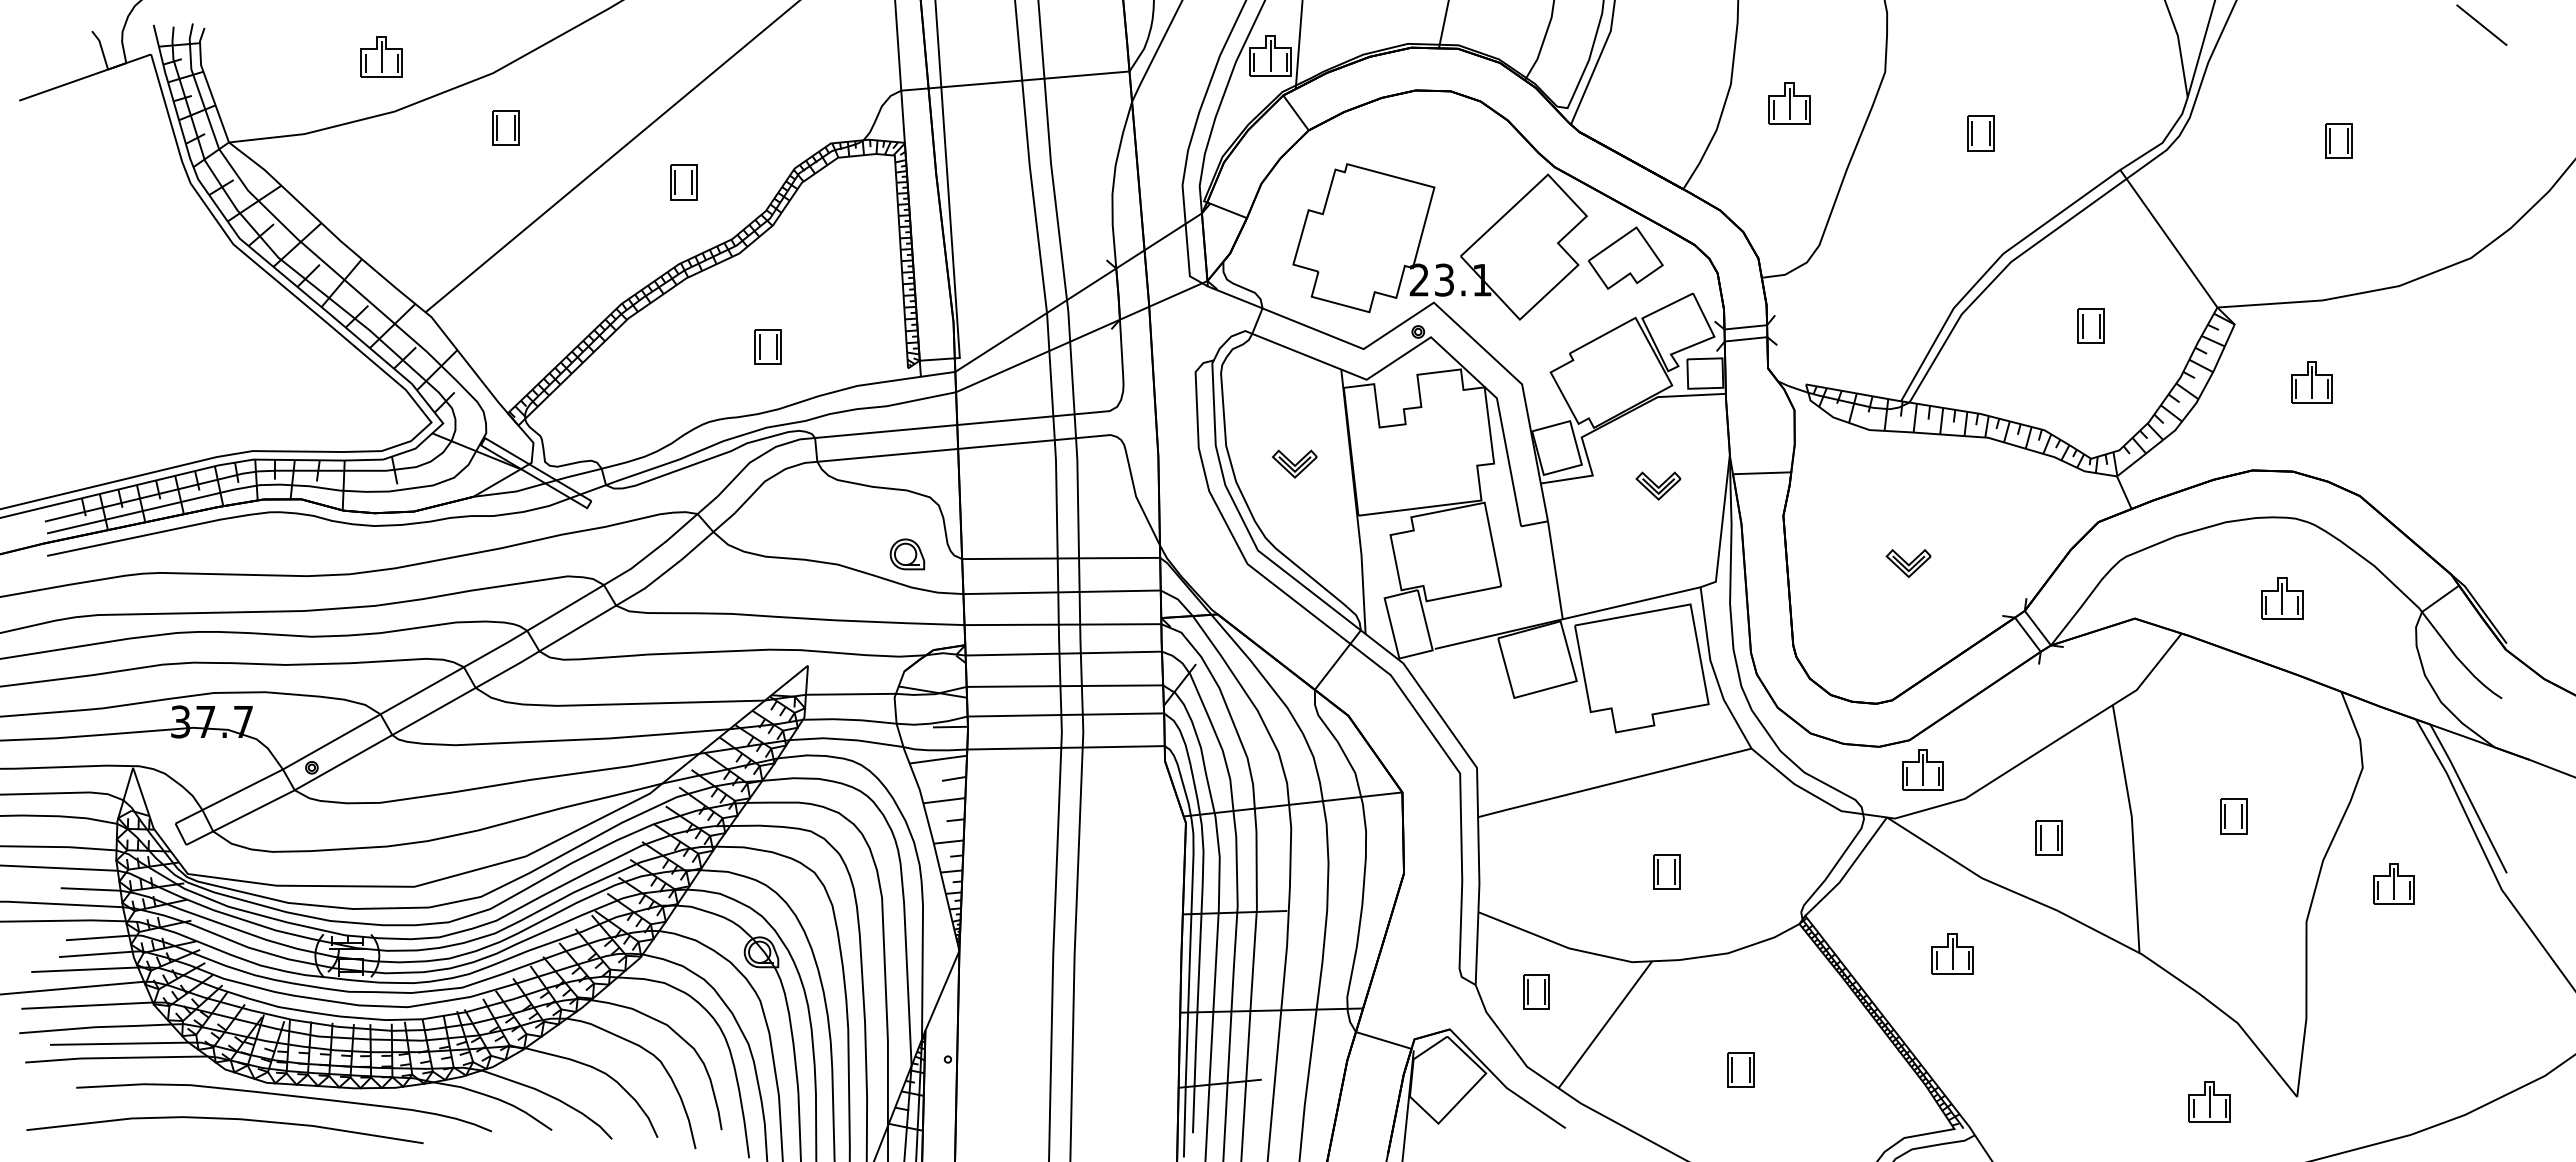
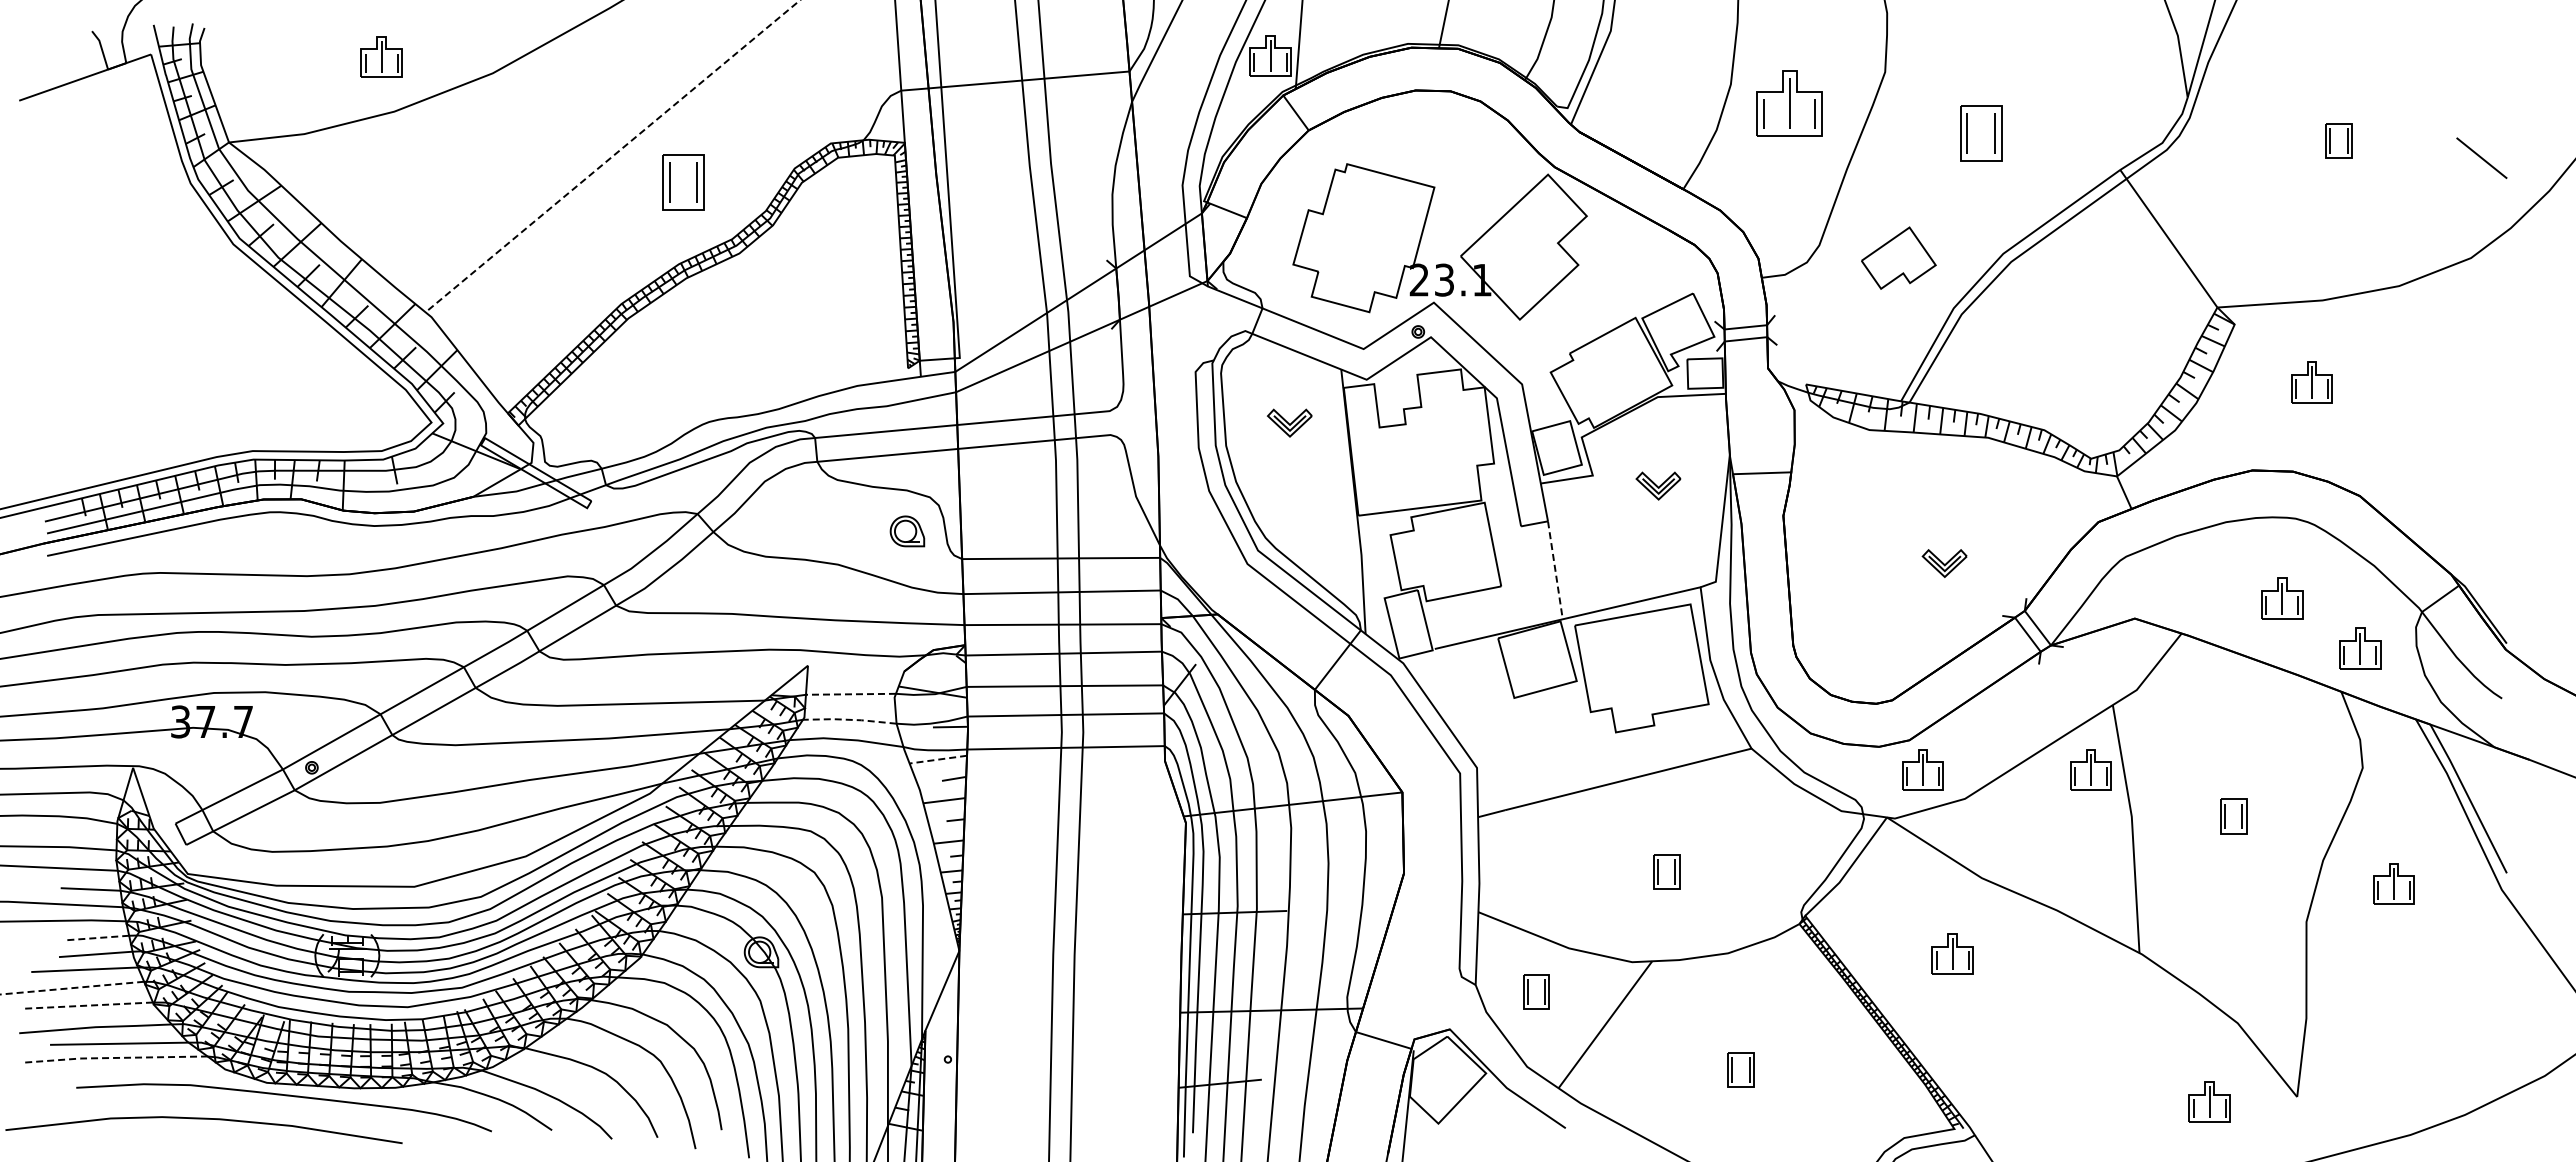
line at (2481, 24) position: (2481, 24) -> (2481, 157)
part at (1789, 103) size: 43x43 px -> 67x67 px
part at (505, 127): present -> none
part at (1980, 133) size: 28x37 px -> 43x57 px
line at (612, 156): solid -> dashed
part at (683, 182) size: 28x37 px -> 43x57 px
part at (1625, 257) position: (1625, 257) -> (1898, 257)
part at (2090, 325): present -> none
part at (767, 346): present -> none
part at (1294, 463) position: (1294, 463) -> (1289, 422)
part at (907, 554) position: (907, 554) -> (907, 531)
part at (1908, 563) position: (1908, 563) -> (1944, 563)
line at (1555, 570): solid -> dashed
part at (2360, 648): none -> present
line at (850, 694): solid -> dashed
line at (849, 719): solid -> dashed
line at (938, 759): solid -> dashed
part at (2090, 769): none -> present
part at (2048, 837): present -> none
line at (97, 938): solid -> dashed
line at (72, 988): solid -> dashed
line at (87, 1005): solid -> dashed
line at (116, 1057): solid -> dashed
curve at (224, 1119) position: (224, 1119) -> (203, 1119)
